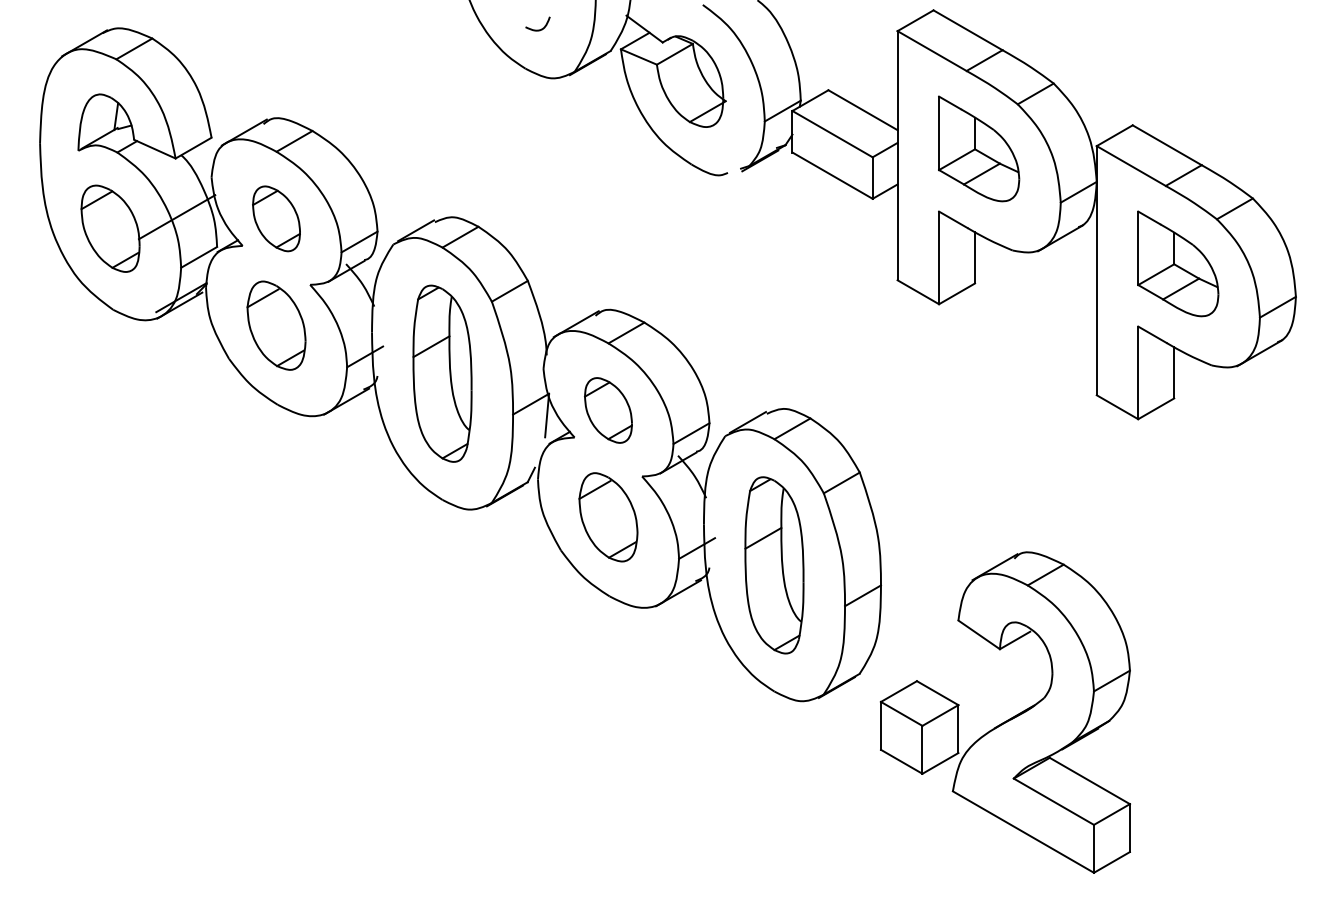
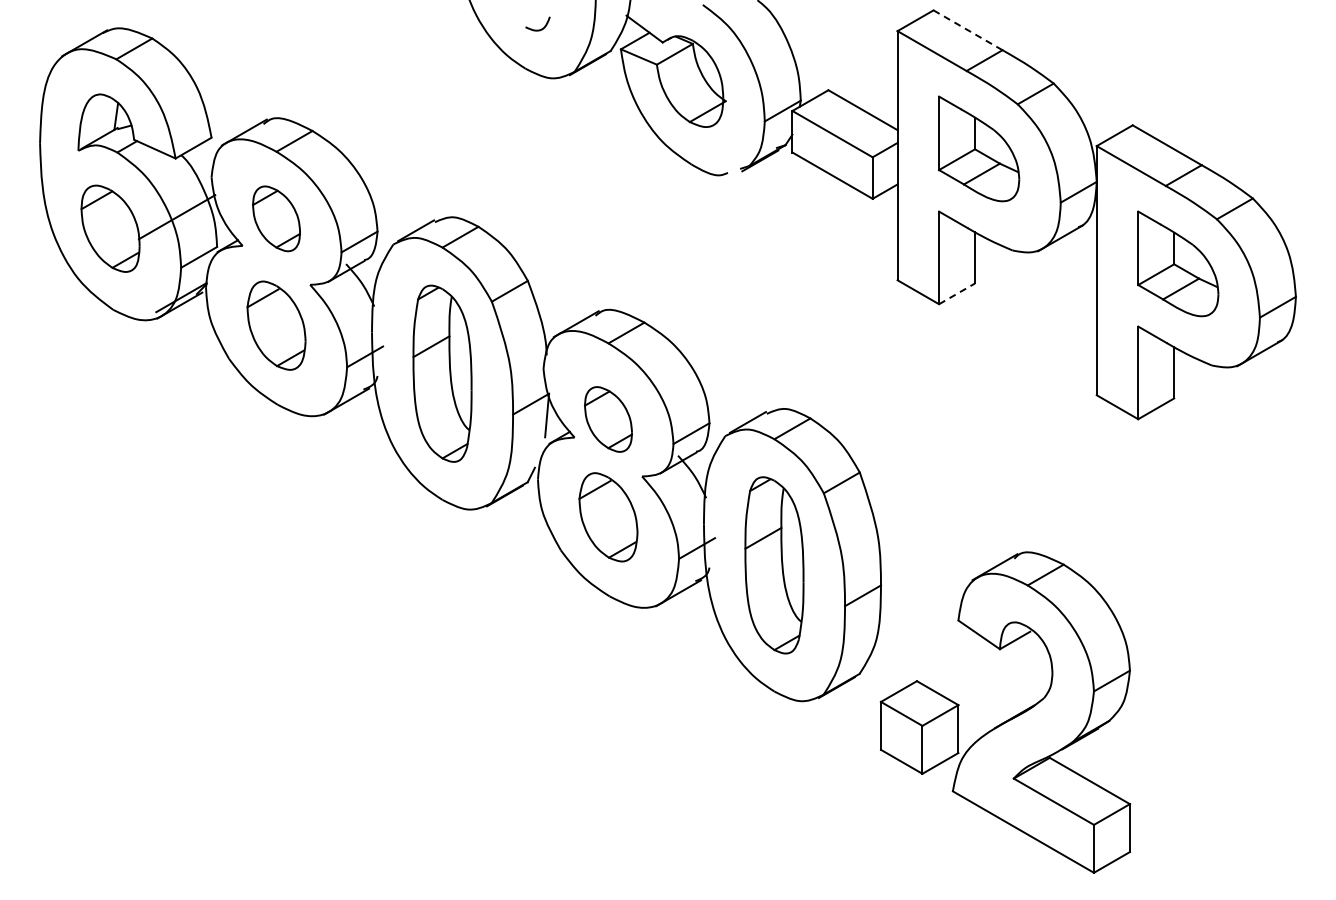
line at (968, 30): solid -> dashed
line at (957, 293): solid -> dashed
part at (608, 410) position: (608, 410) -> (608, 419)
